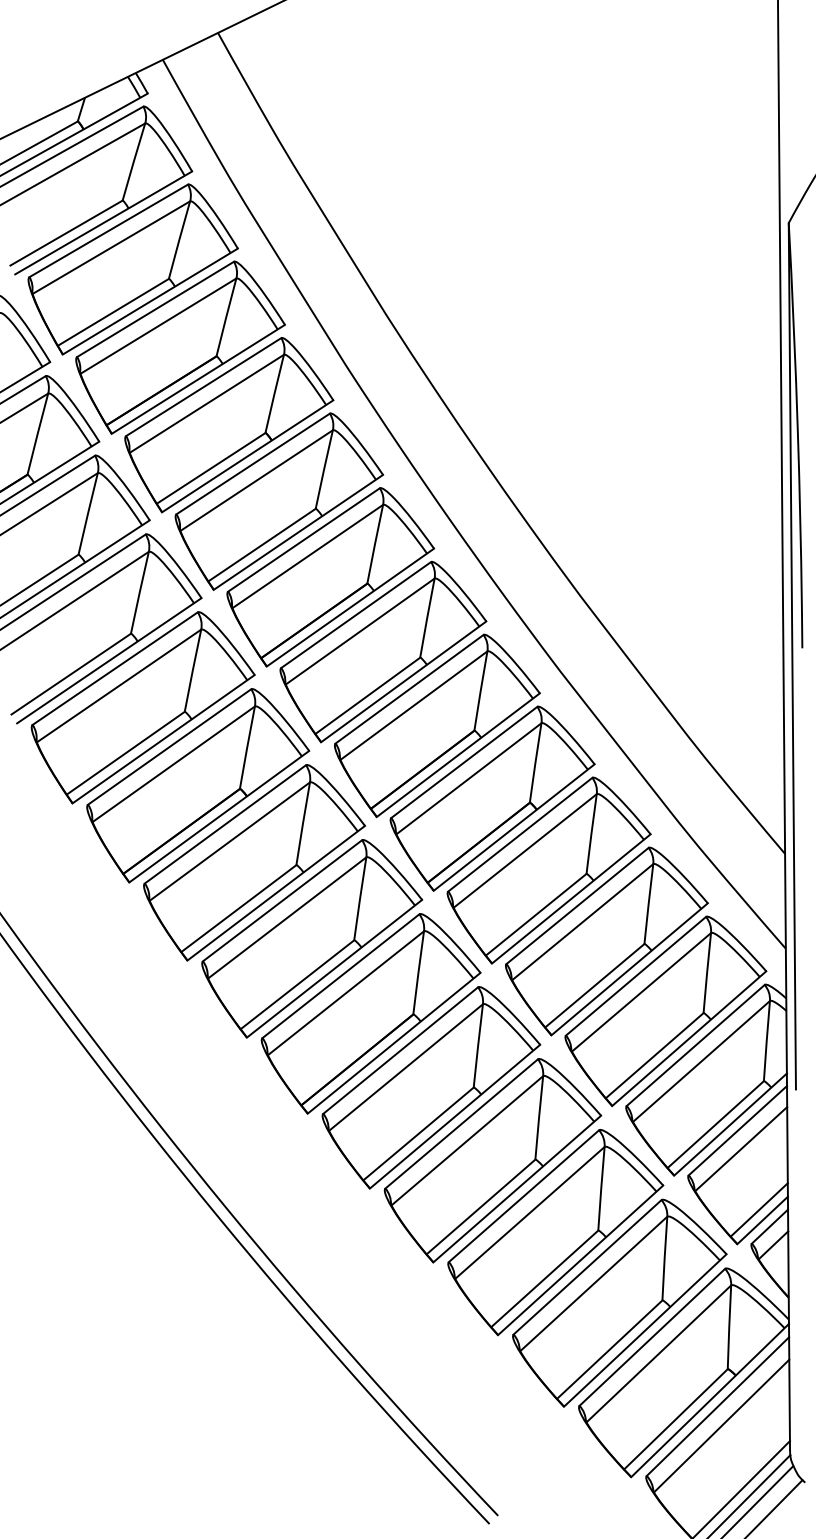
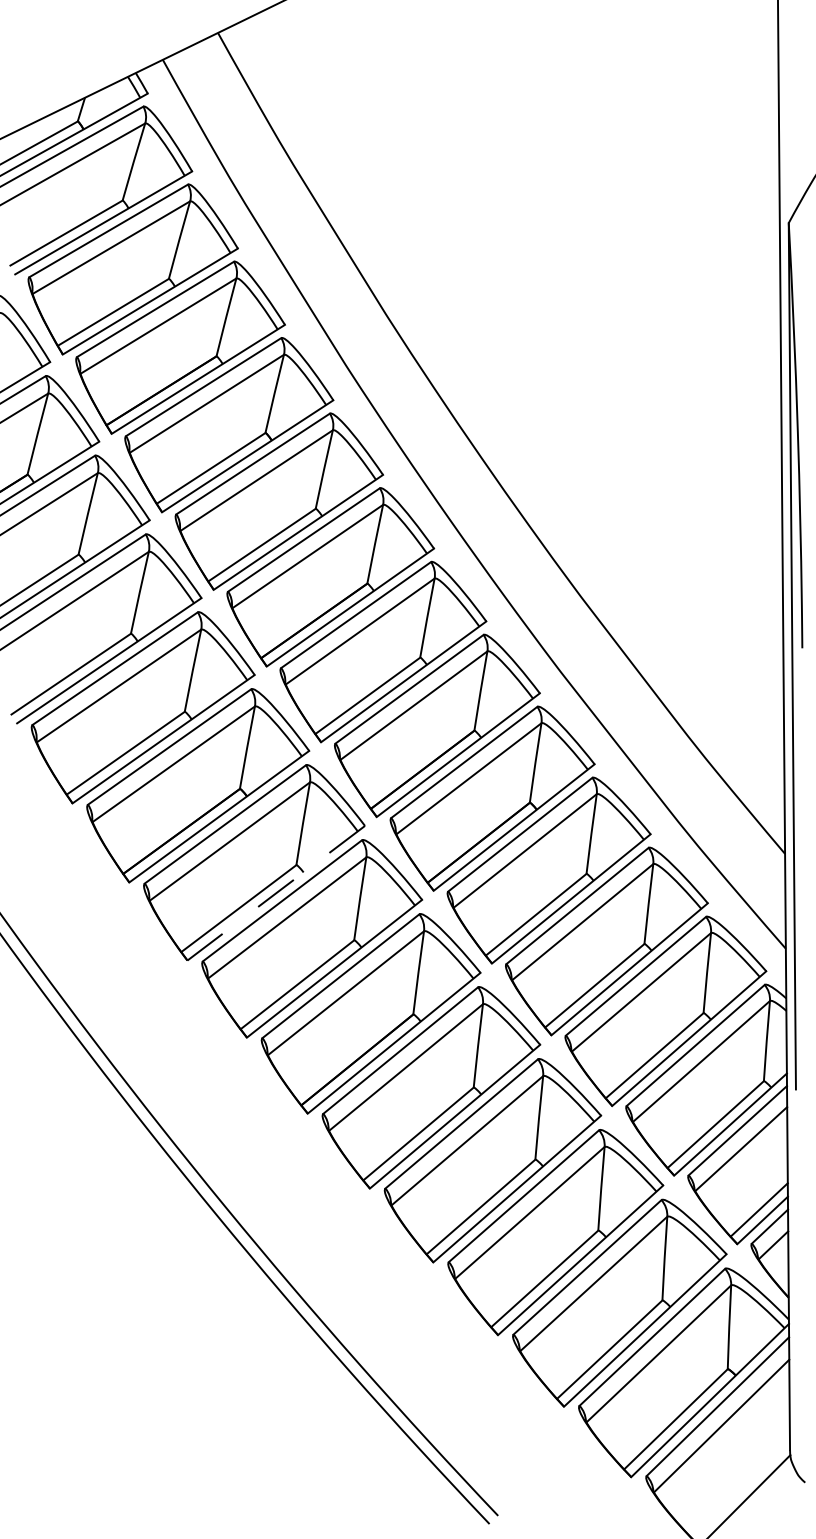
line at (275, 893): solid -> dashed
line at (742, 1488): present -> none
line at (758, 1500): present -> none
line at (775, 1507): present -> none
